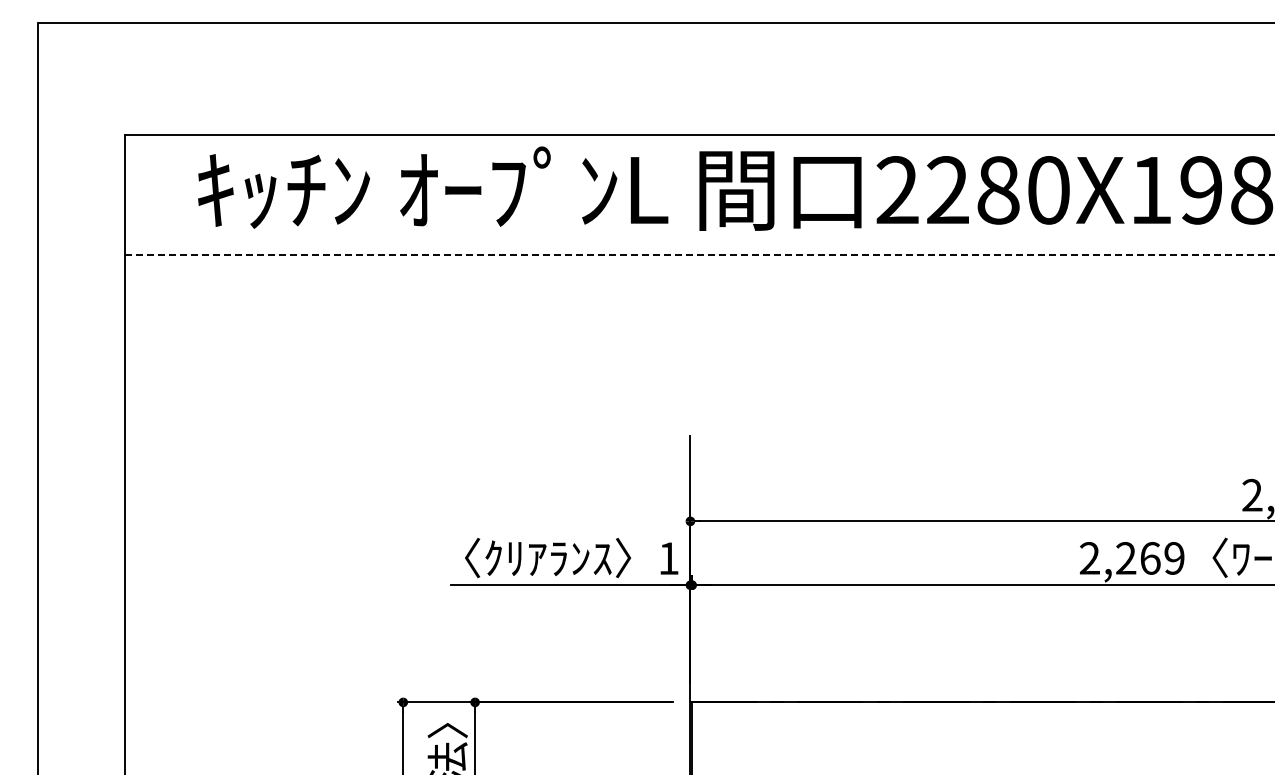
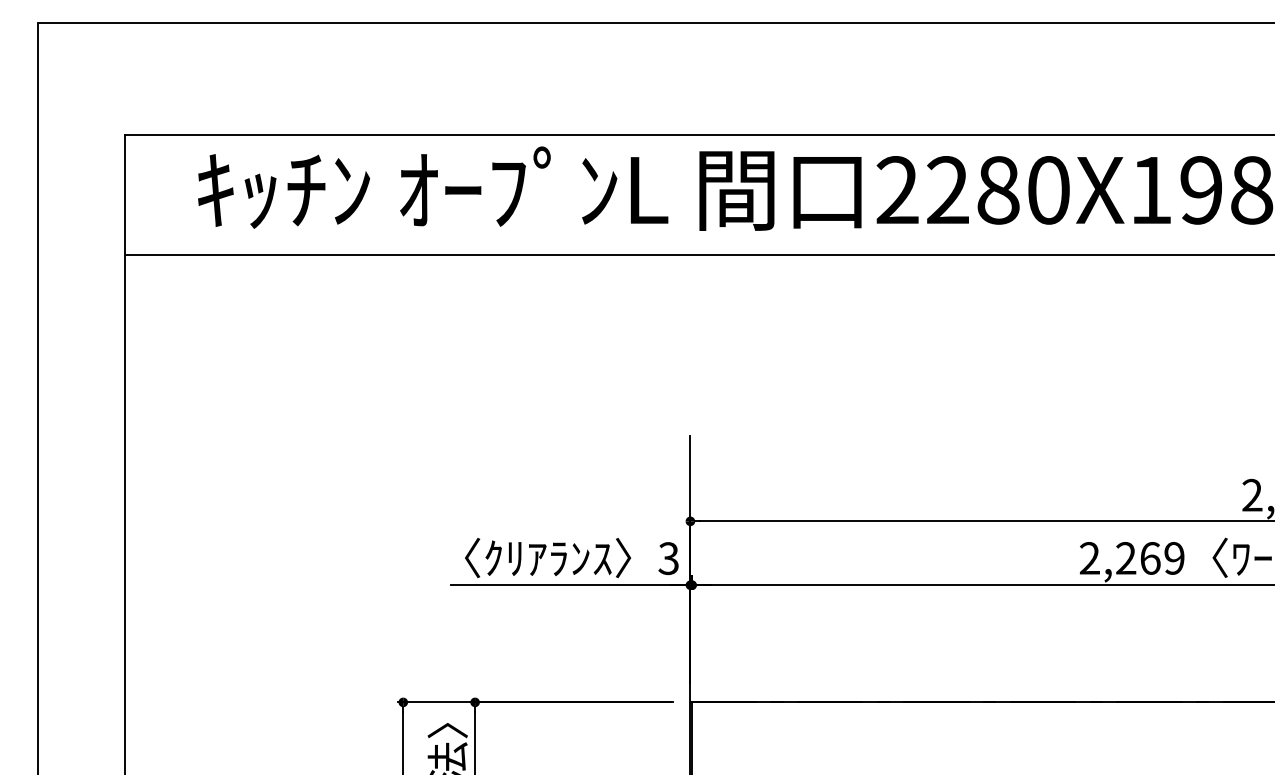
line at (700, 255): dashed -> solid
text at (668, 558): 1 -> 3
